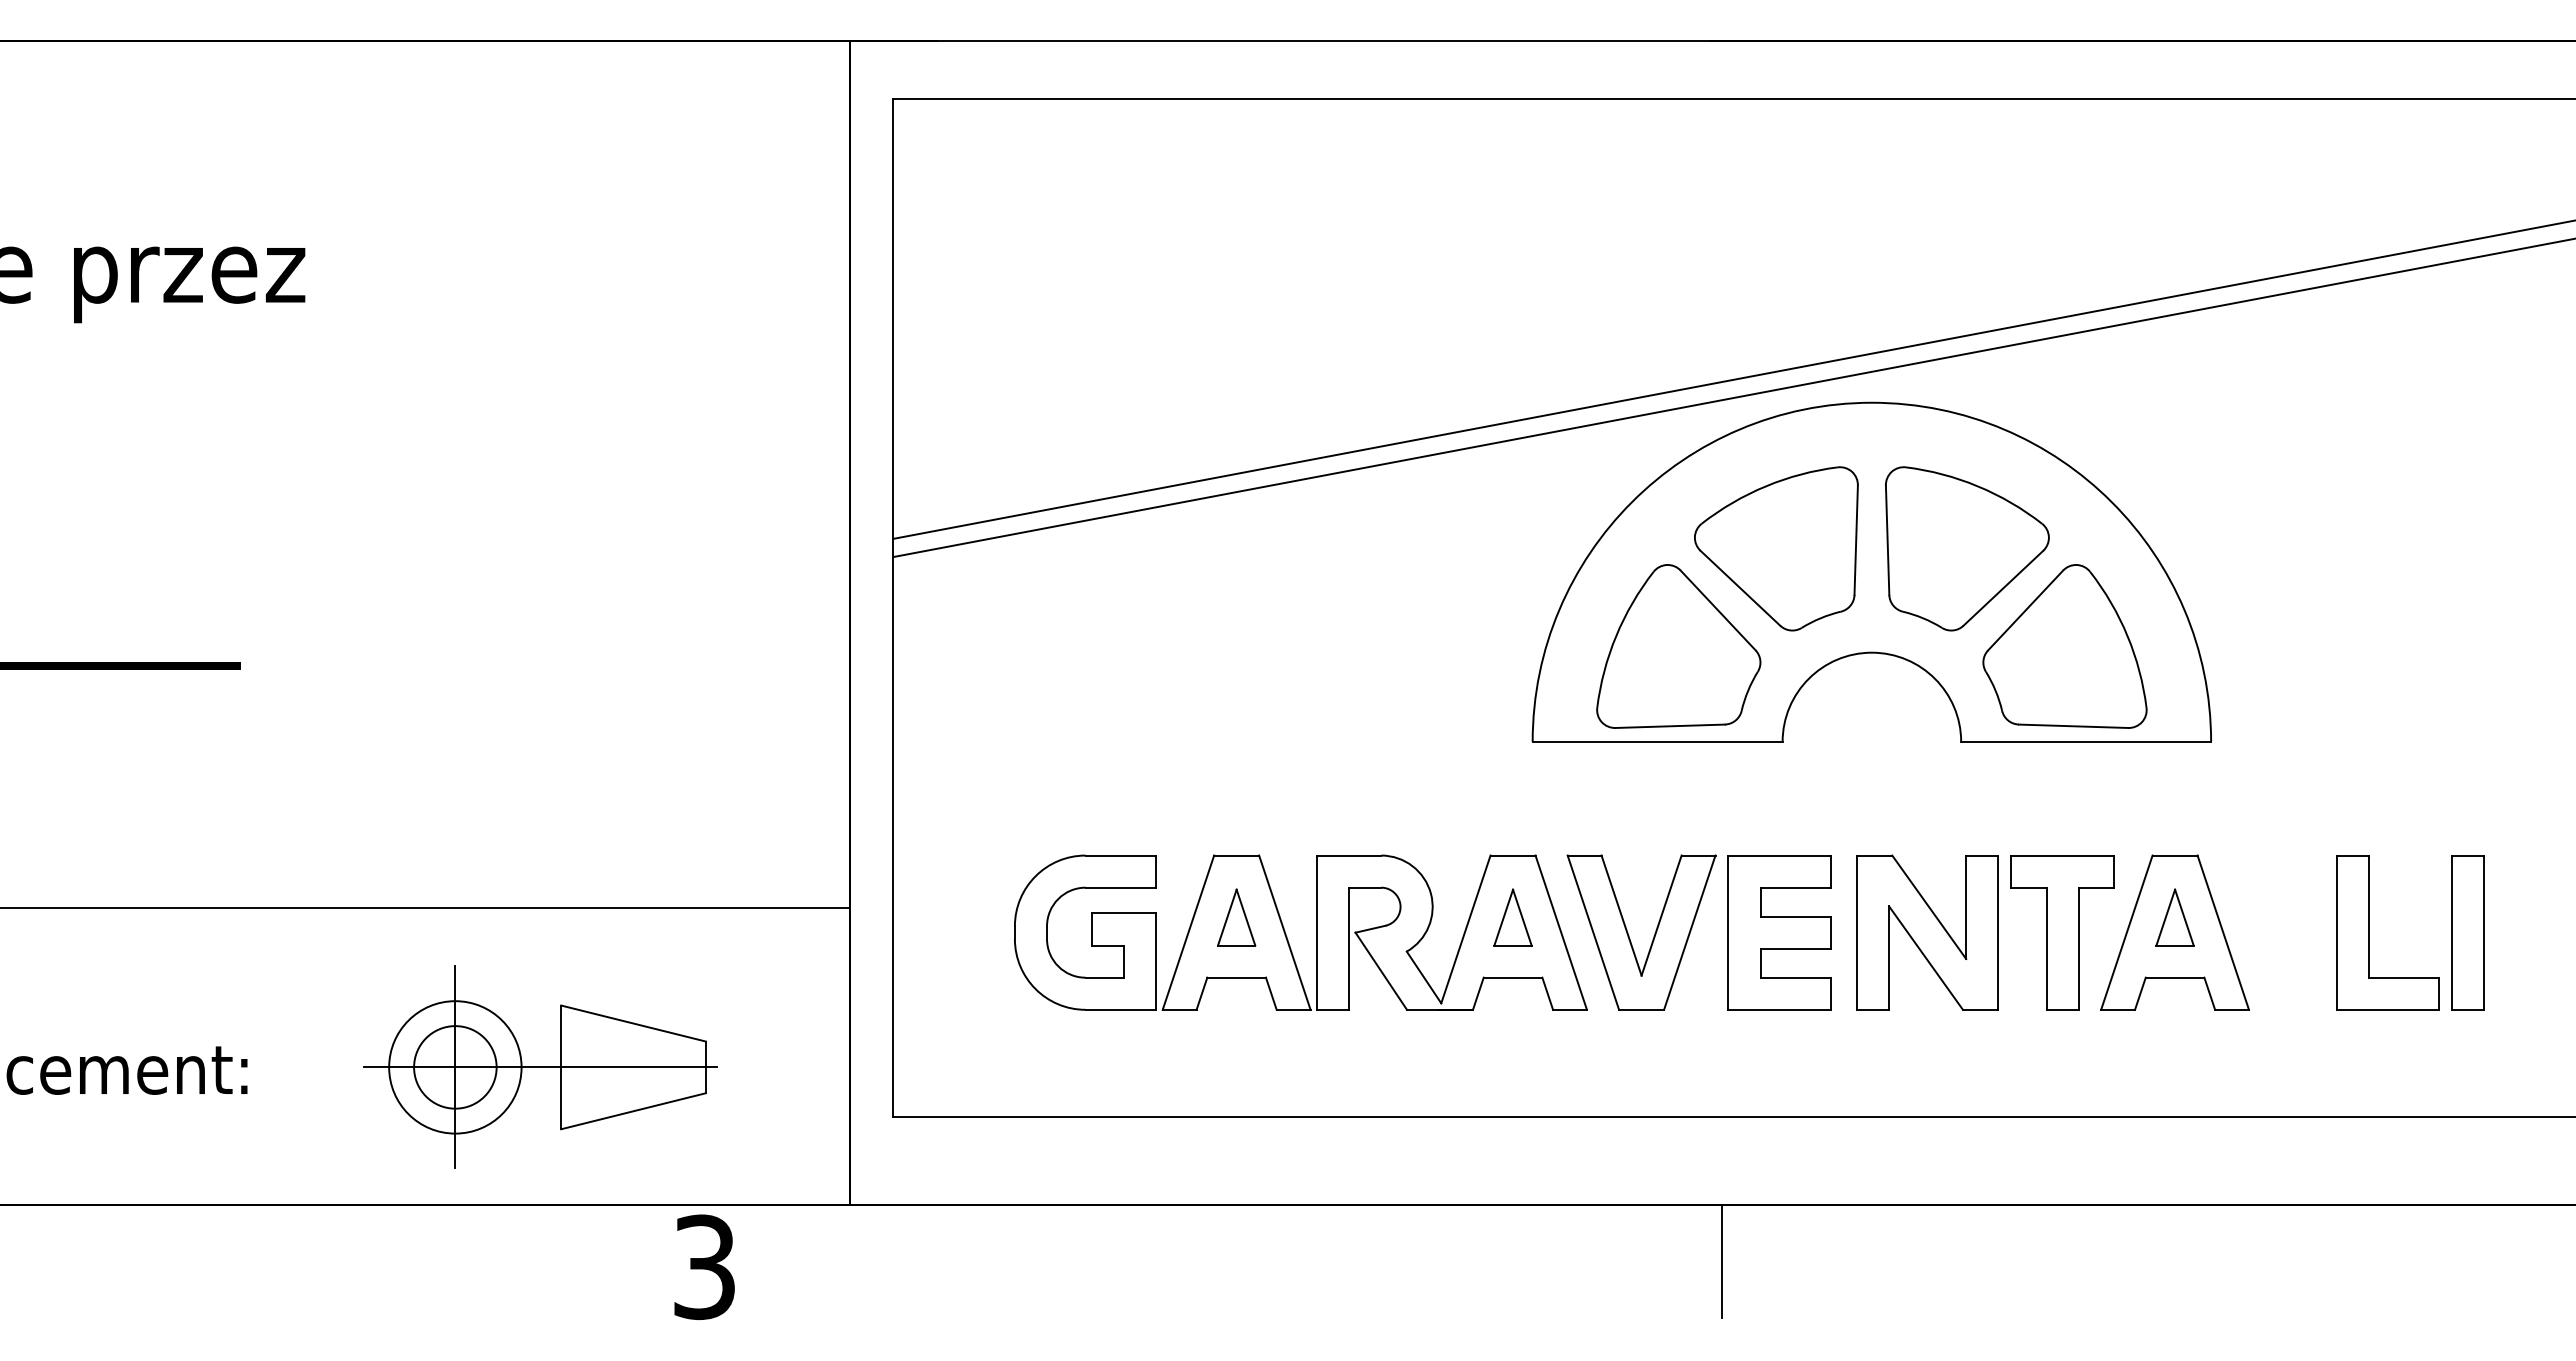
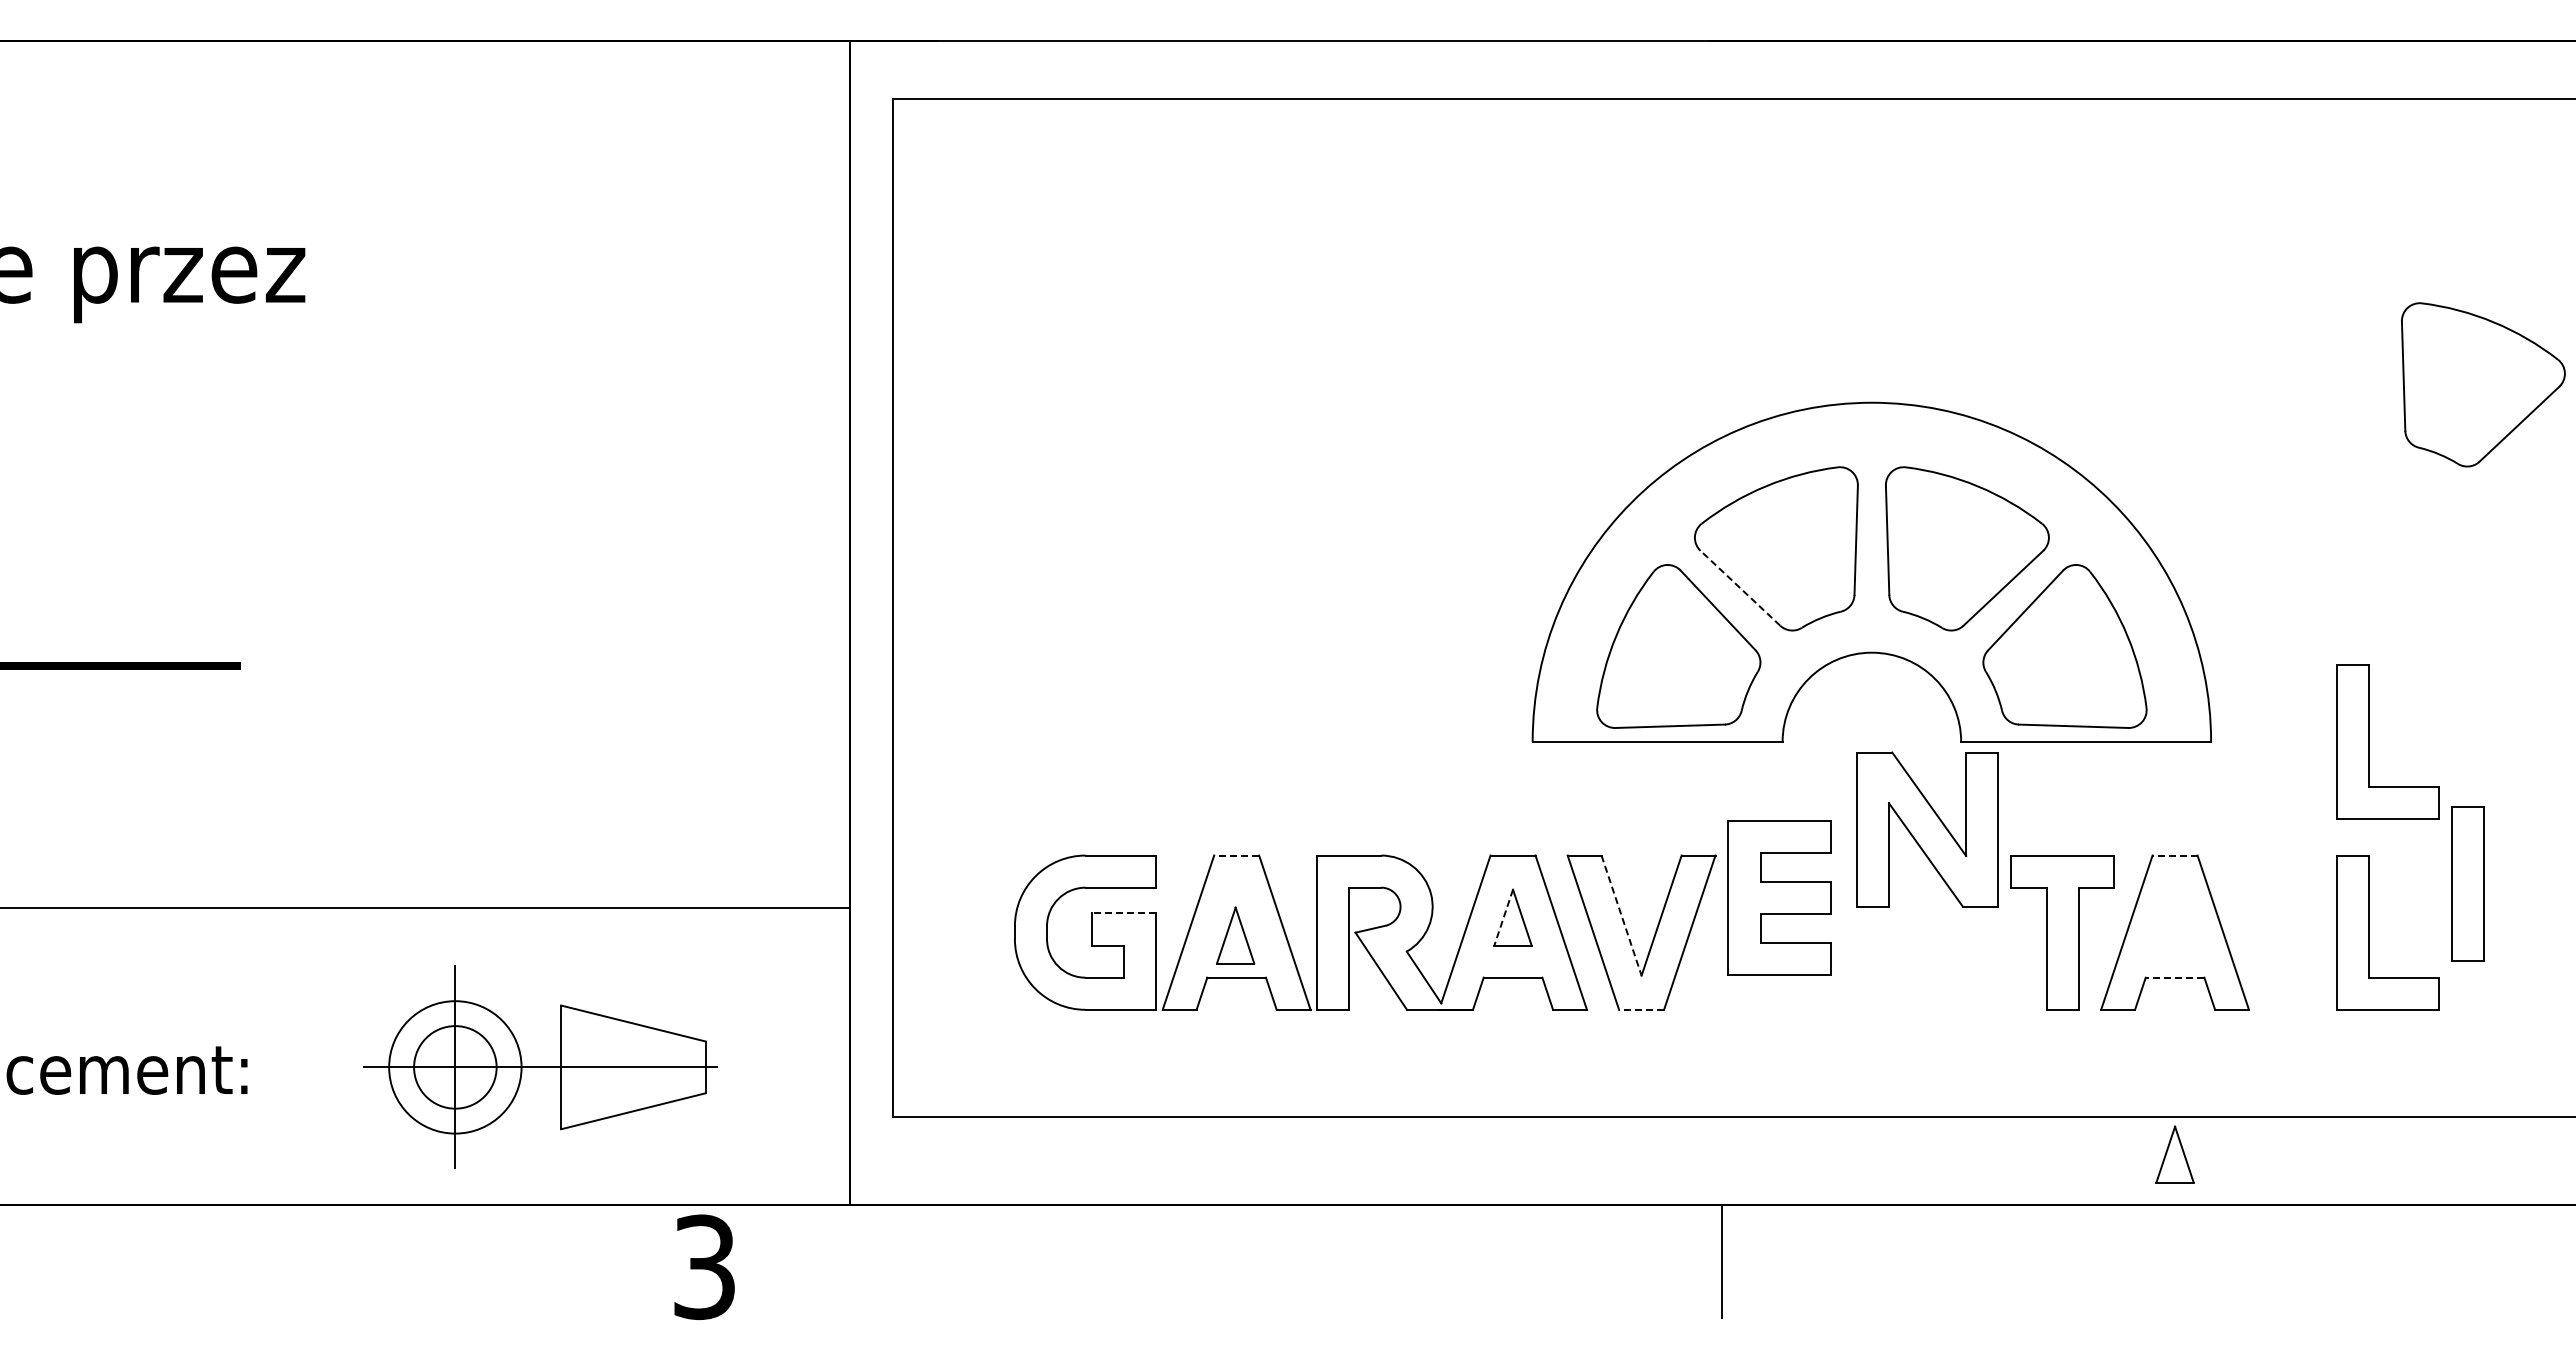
line at (1732, 379): present -> none
part at (2483, 384): none -> present
line at (1732, 398): present -> none
line at (1740, 588): solid -> dashed
part at (2369, 741): none -> present
line at (1236, 855): solid -> dashed
line at (2174, 855): solid -> dashed
line at (1123, 913): solid -> dashed
line at (1621, 916): solid -> dashed
part at (1236, 917) position: (1236, 917) -> (1235, 935)
part at (2174, 917) position: (2174, 917) -> (2174, 1154)
line at (1503, 918): solid -> dashed
part at (1779, 932) position: (1779, 932) -> (1779, 897)
part at (1927, 932) position: (1927, 932) -> (1927, 829)
part at (2467, 932) position: (2467, 932) -> (2467, 883)
line at (2174, 977): solid -> dashed
line at (1641, 1009): solid -> dashed
